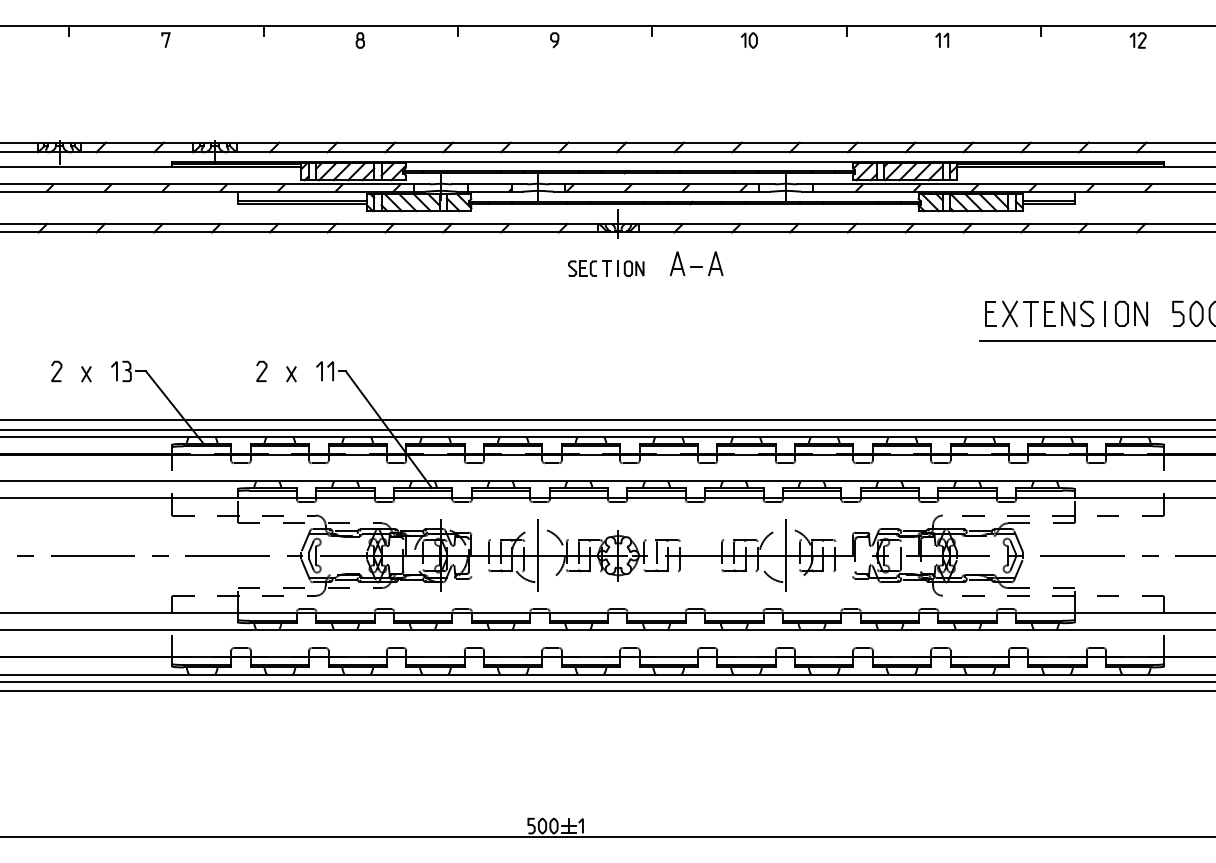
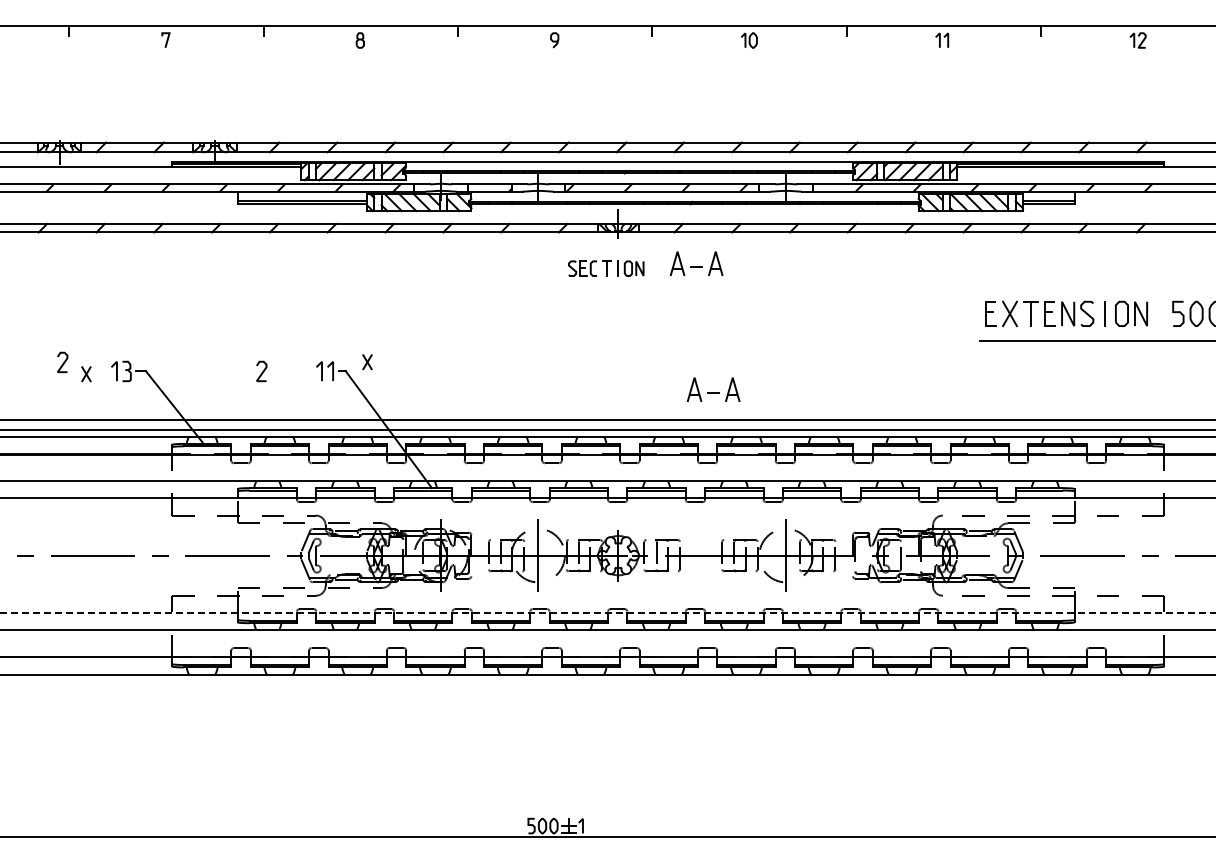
curve at (57, 371) position: (57, 371) -> (63, 362)
part at (291, 374) position: (291, 374) -> (367, 362)
part at (713, 389): none -> present
line at (608, 613): solid -> dashed
line at (607, 681): present -> none
line at (607, 691): present -> none
